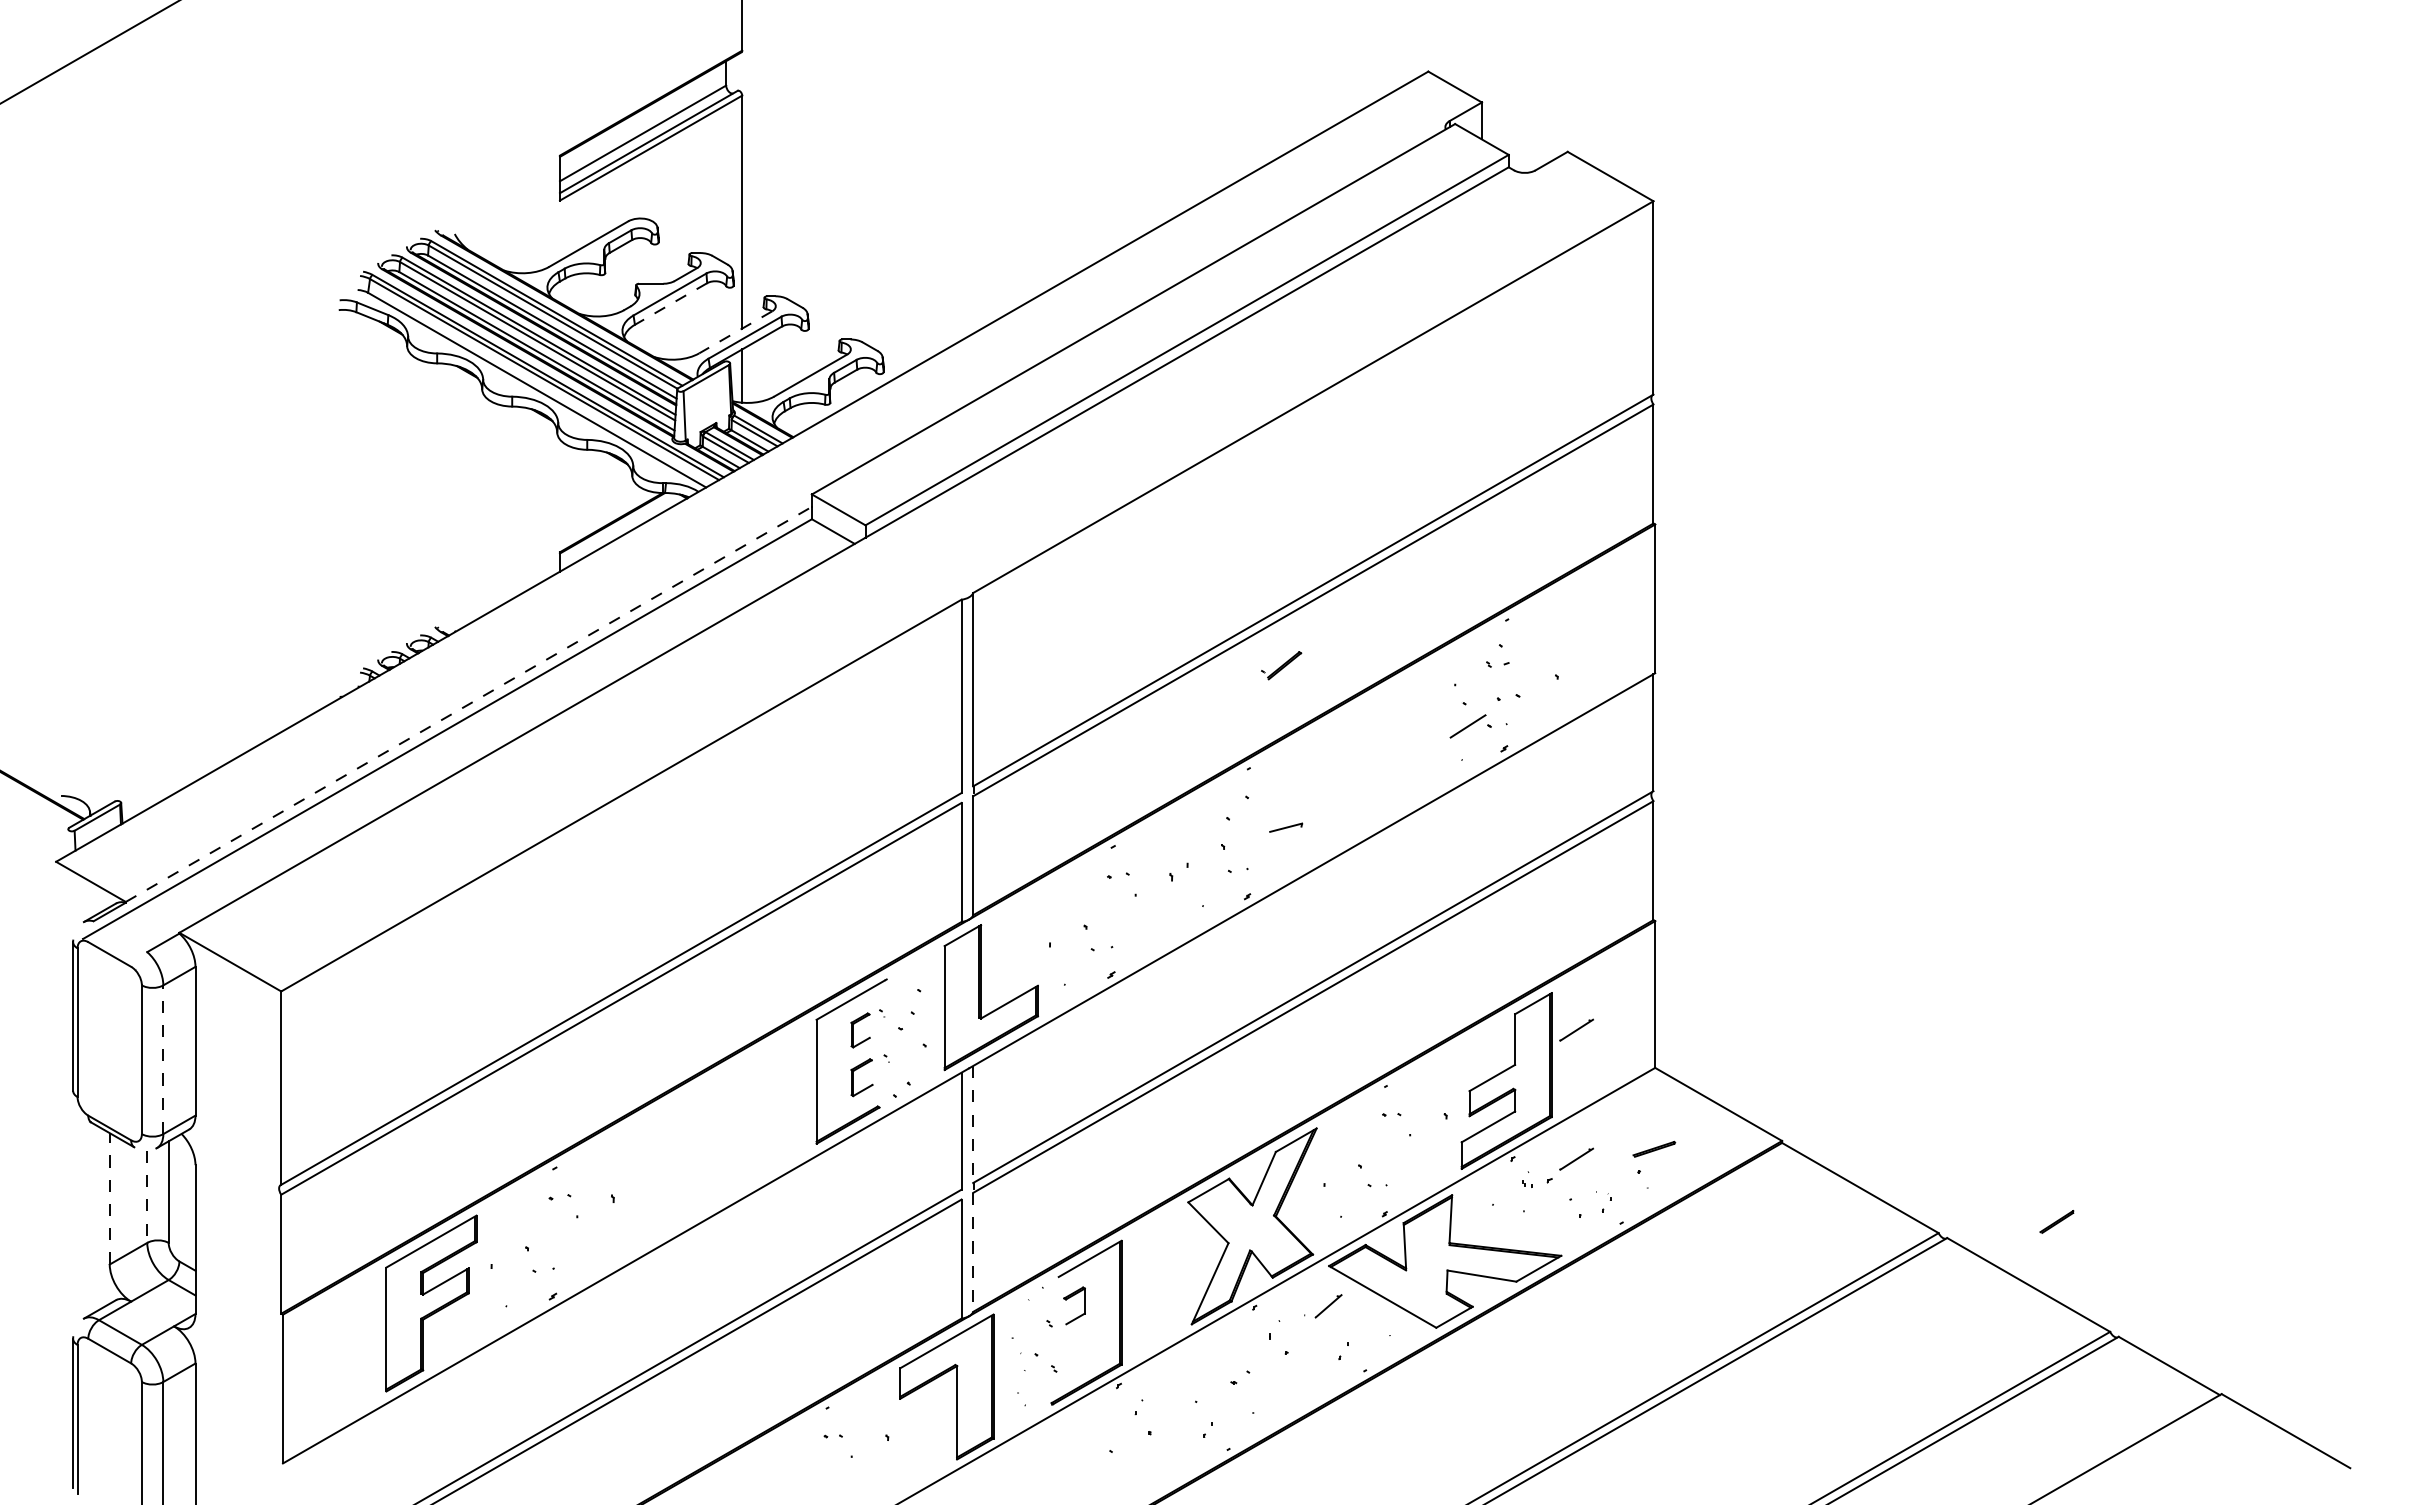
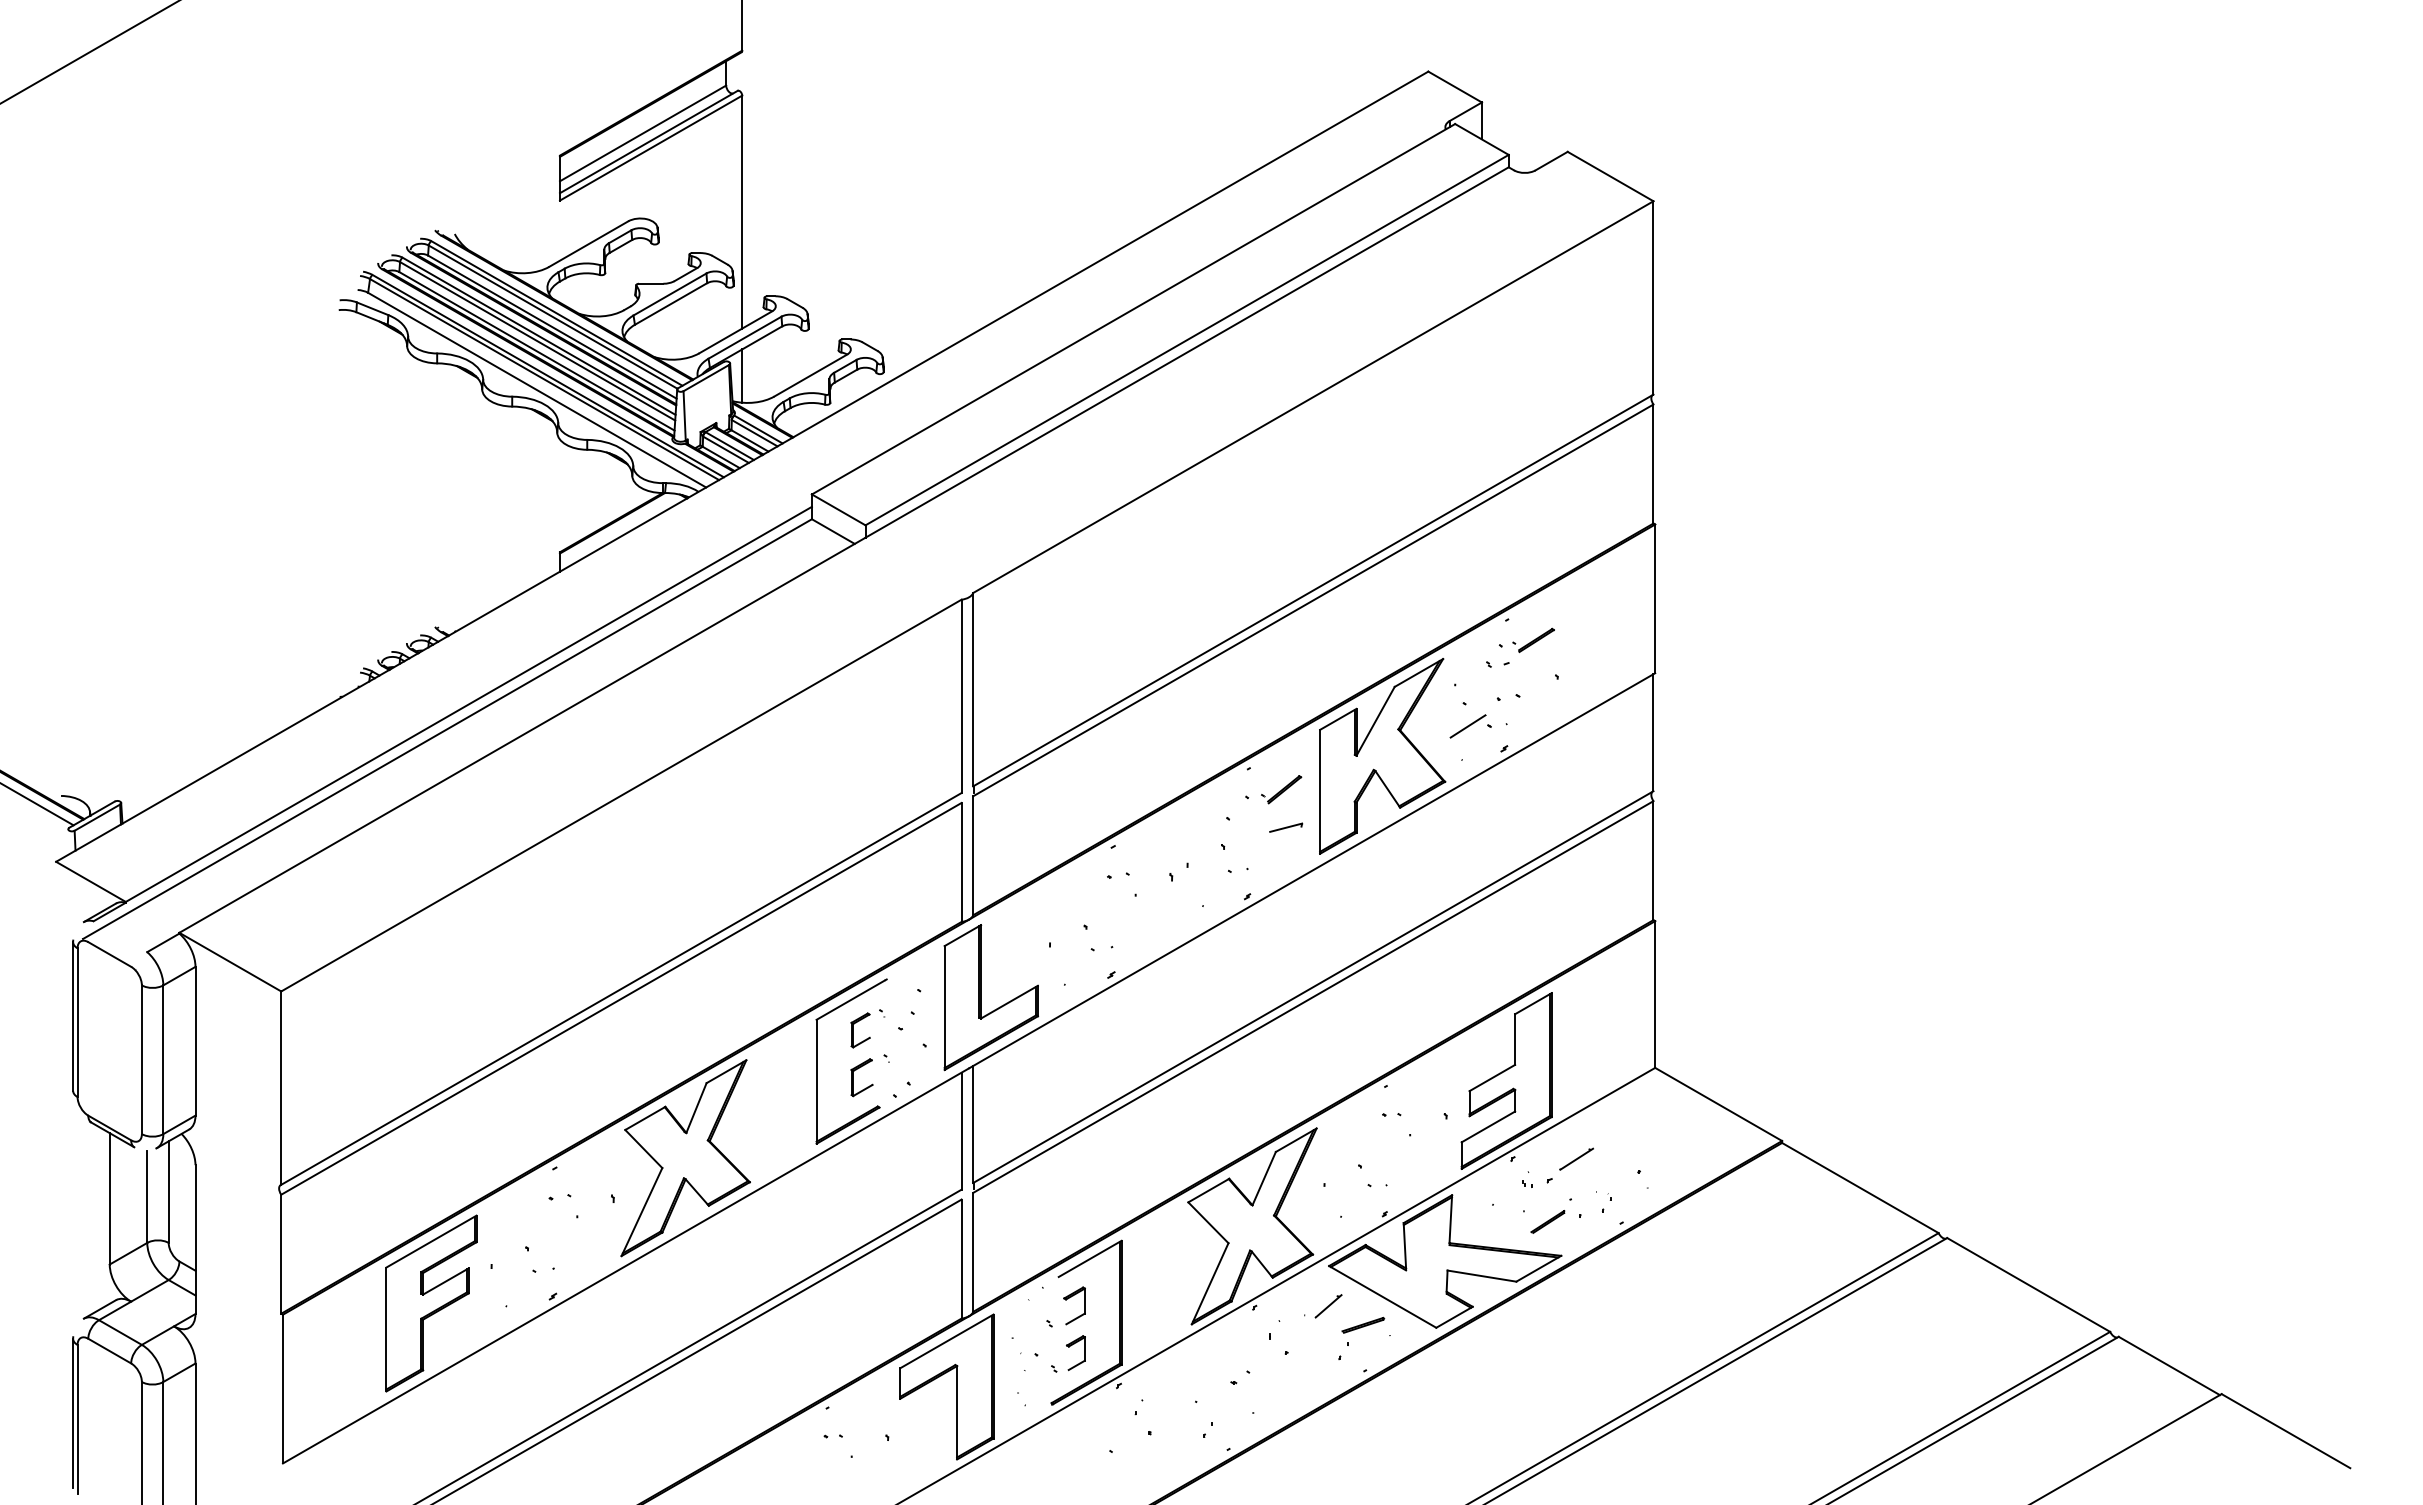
line at (671, 304): dashed -> solid
line at (735, 332): dashed -> solid
part at (1533, 639): none -> present
part at (1281, 665) position: (1281, 665) -> (1281, 789)
line at (468, 704): dashed -> solid
part at (1382, 756): none -> present
line at (37, 804): none -> present
part at (1576, 1029): present -> none
line at (163, 1059): dashed -> solid
line at (973, 1124): dashed -> solid
part at (1654, 1148) position: (1654, 1148) -> (1363, 1324)
part at (685, 1158): none -> present
line at (147, 1197): dashed -> solid
line at (109, 1198): dashed -> solid
line at (2056, 1221) position: (2056, 1221) -> (1547, 1221)
line at (973, 1252): dashed -> solid
part at (1069, 1347): none -> present
